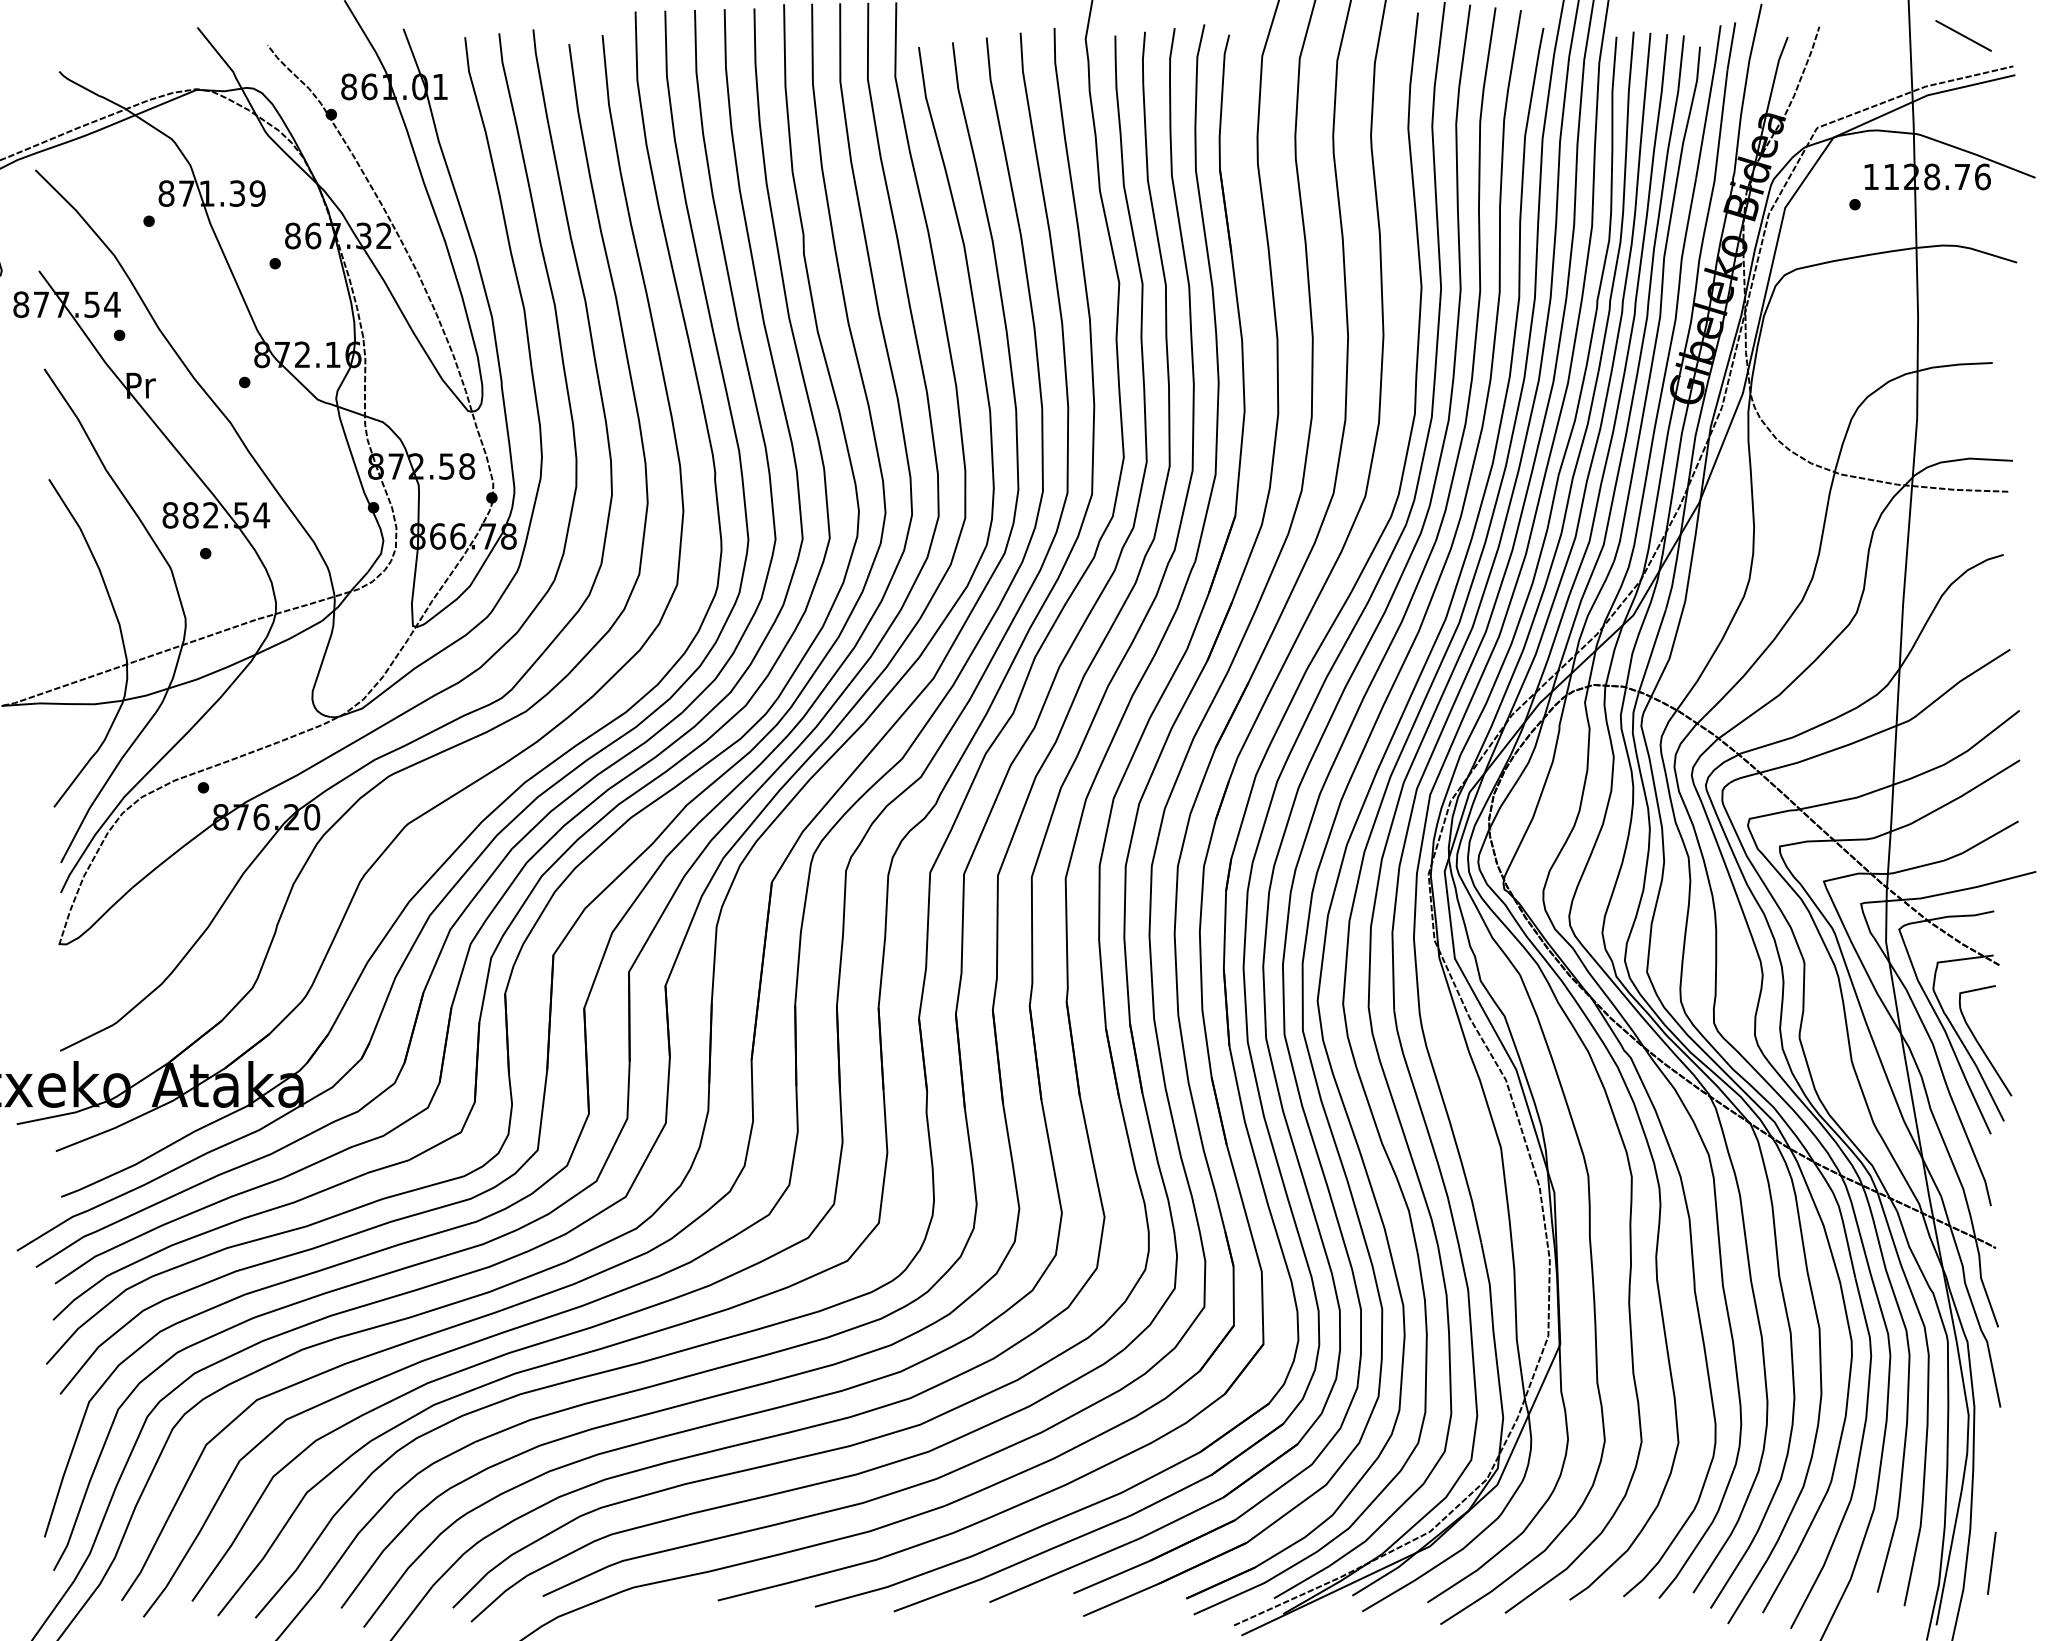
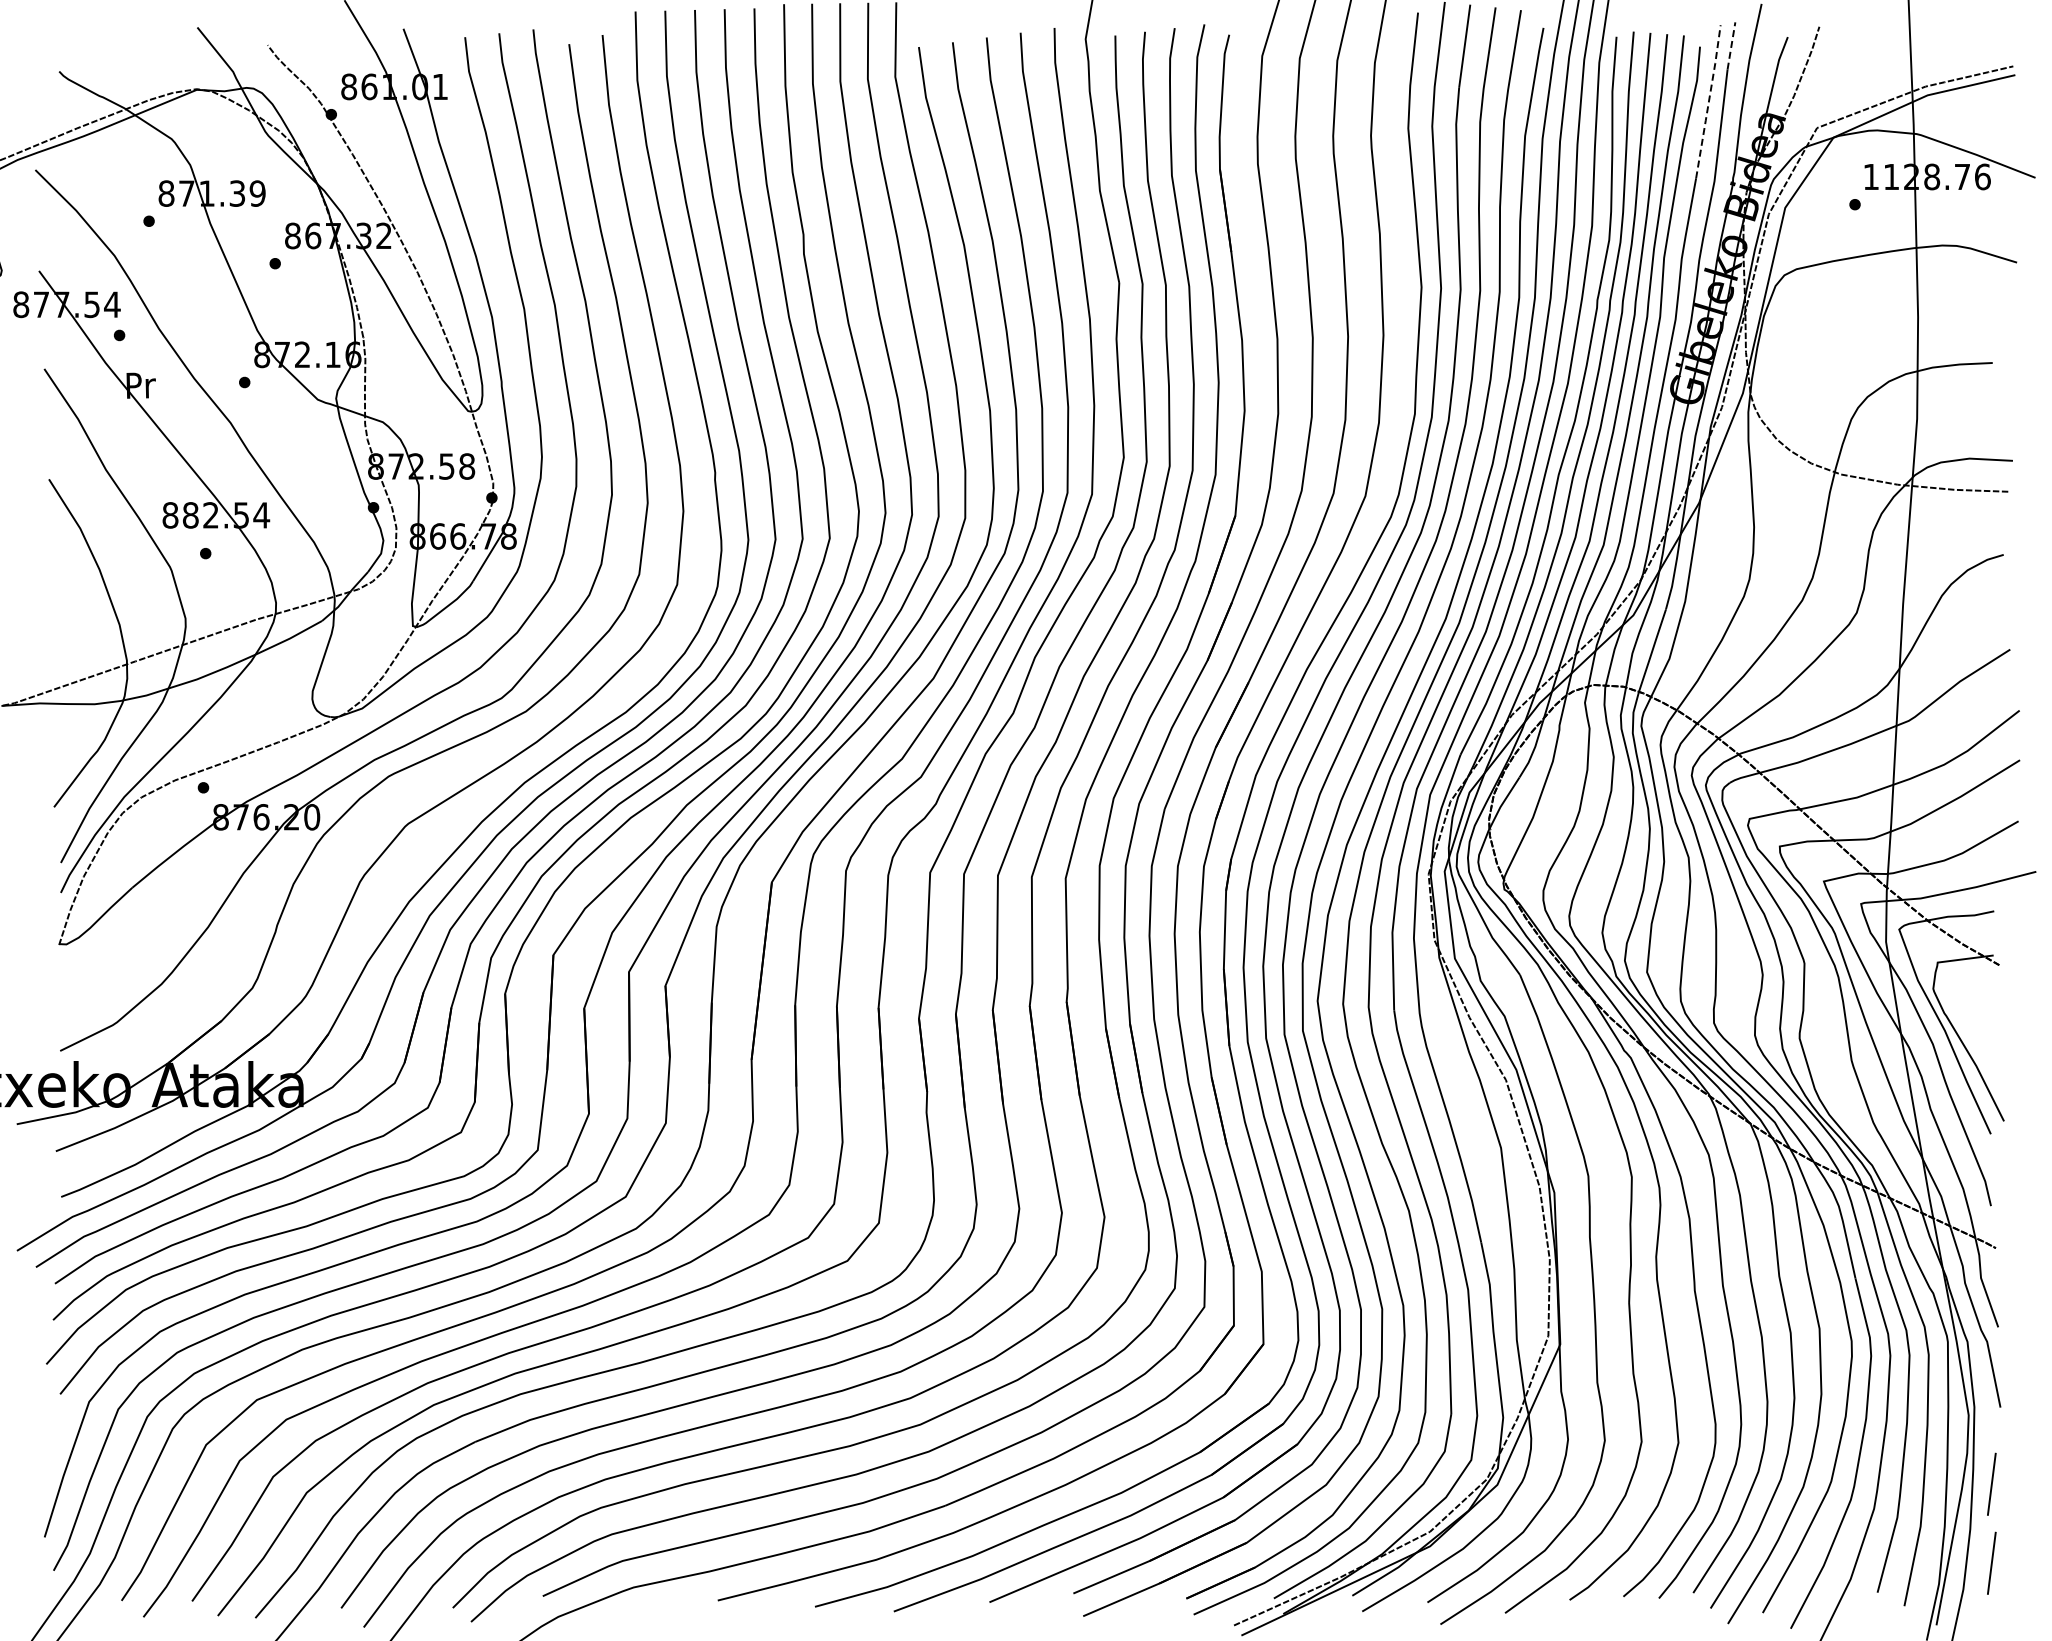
line at (1963, 35): present -> none
line at (1731, 45): solid -> dashed
line at (1708, 101): solid -> dashed
curve at (1980, 1044): present -> none
line at (1991, 1483): none -> present
